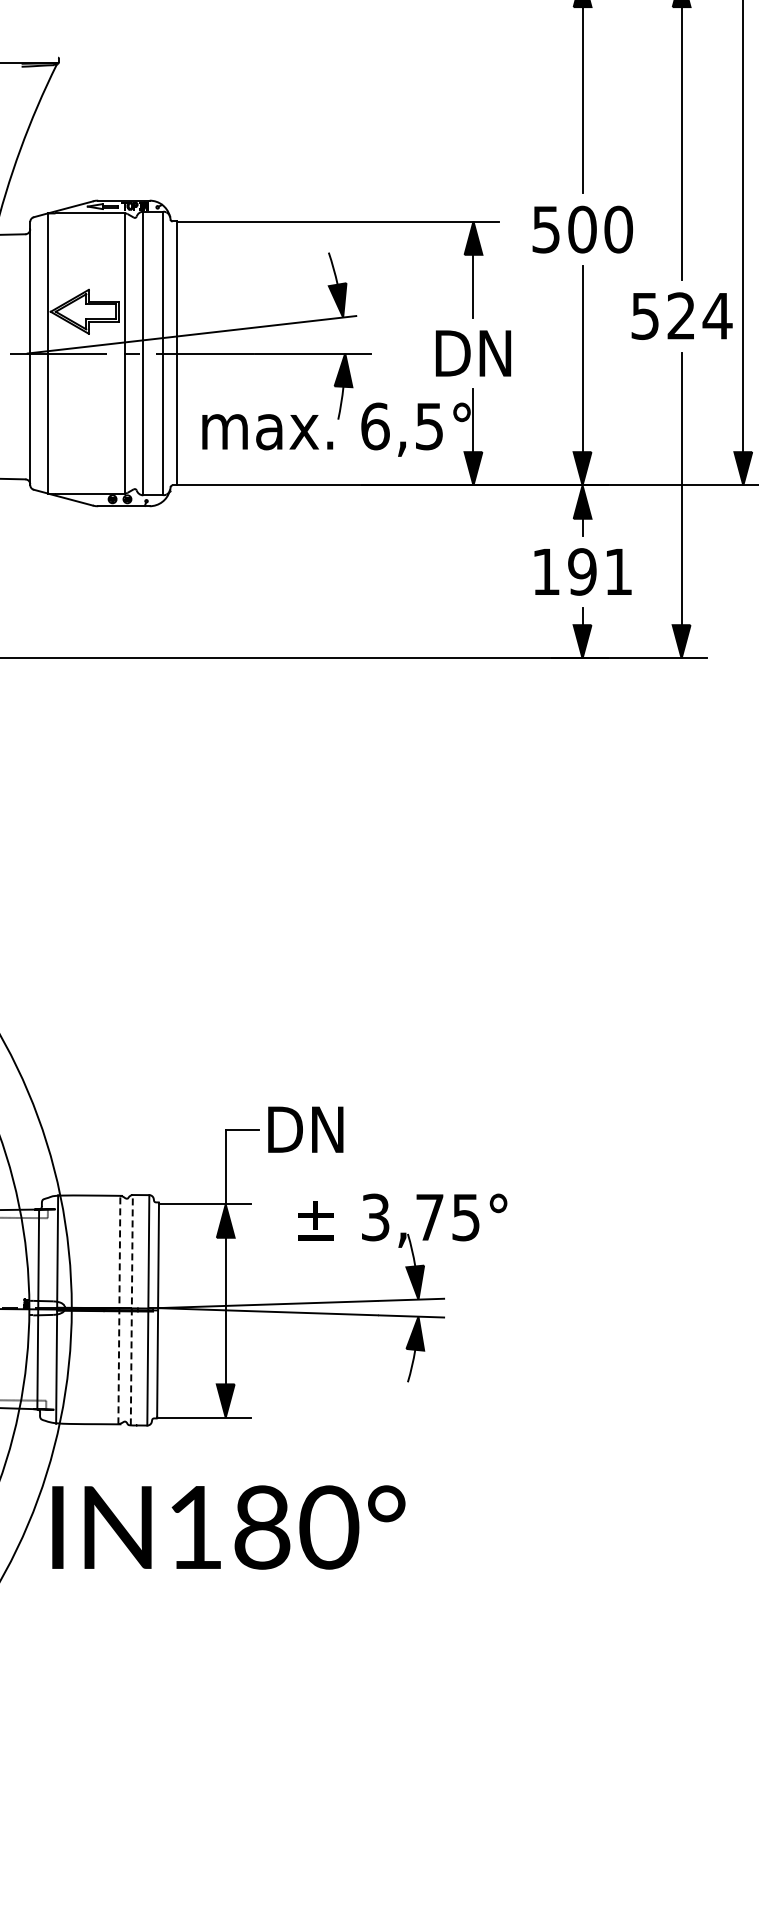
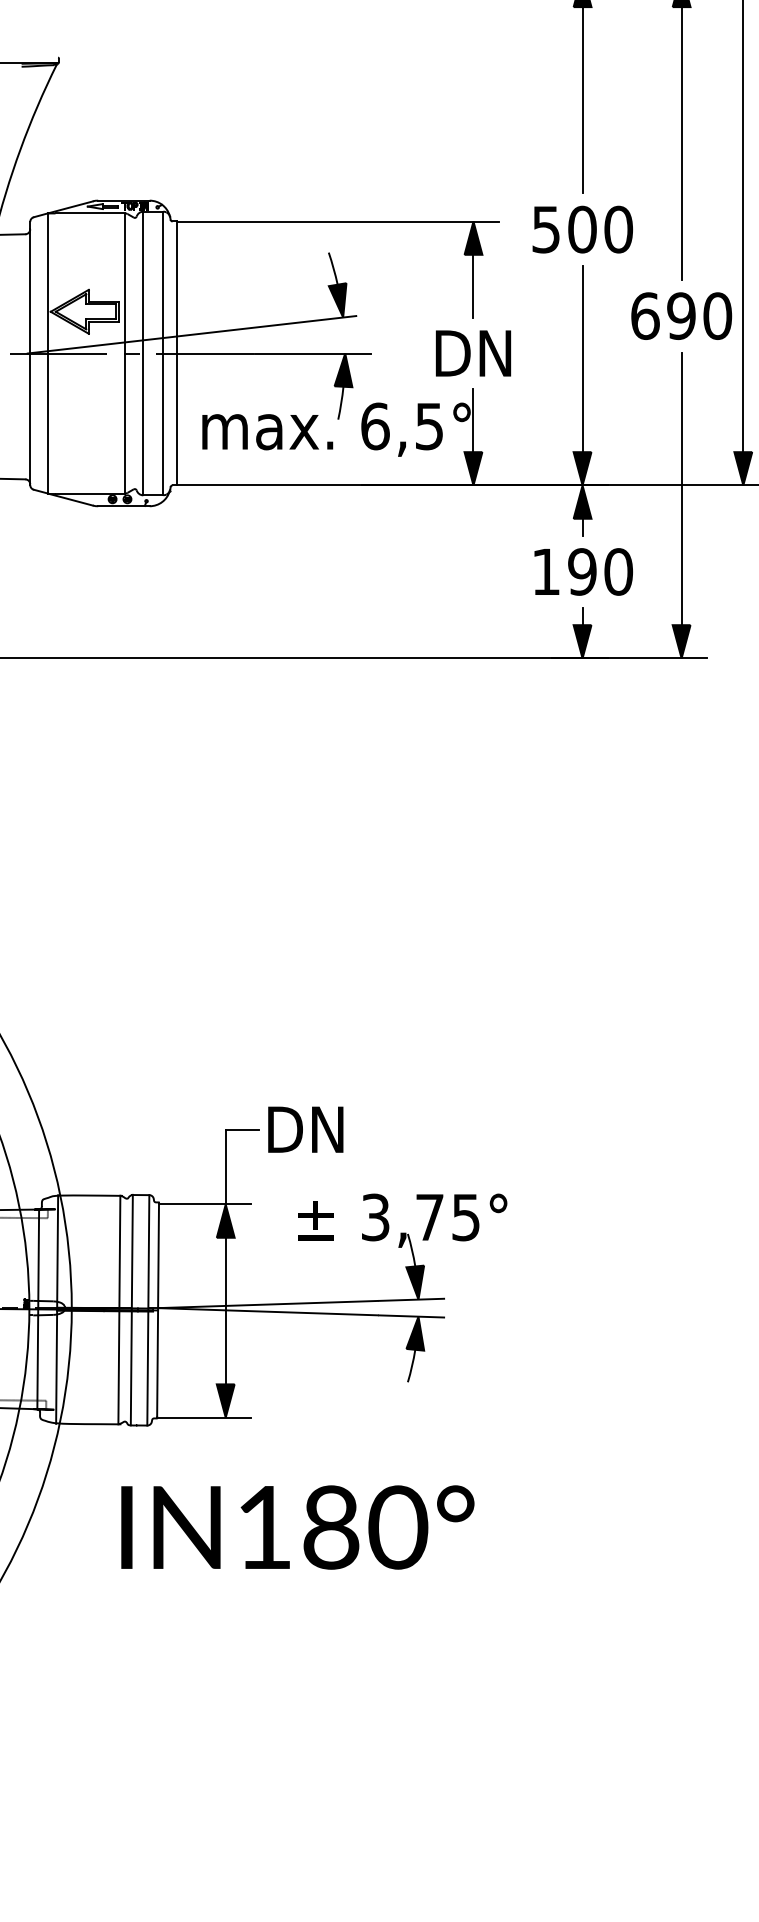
text at (681, 315): 524 -> 690
text at (618, 571): 191 -> 190
line at (119, 1309): dashed -> solid
line at (131, 1309): dashed -> solid
text at (228, 1527) position: (228, 1527) -> (297, 1527)
